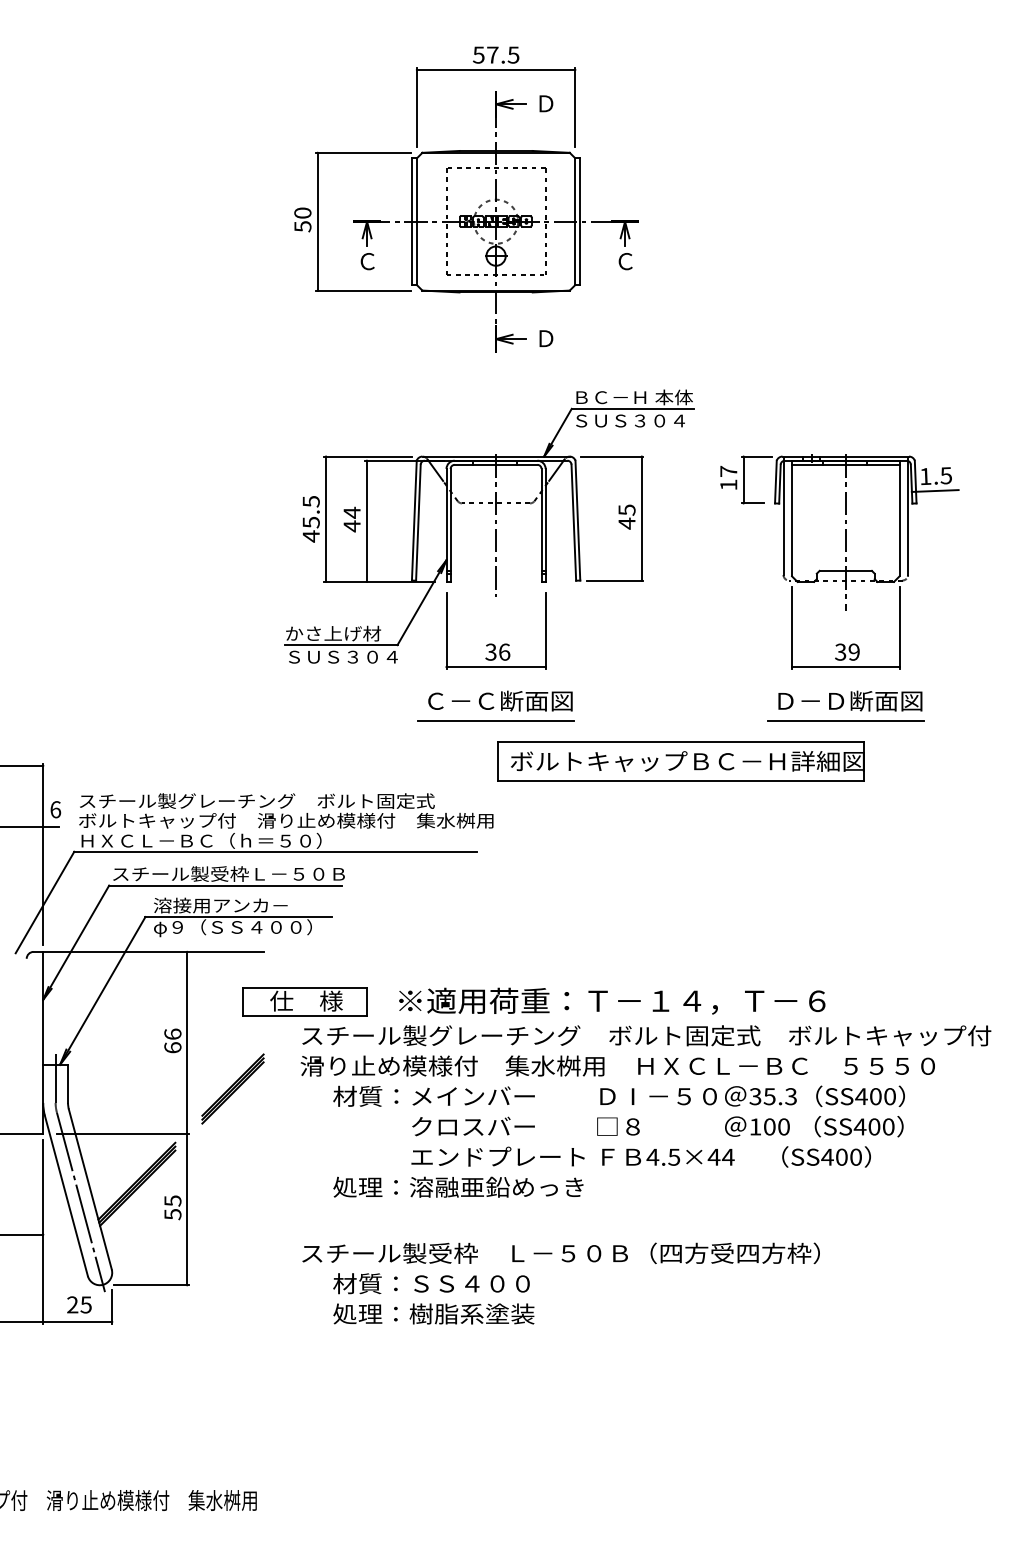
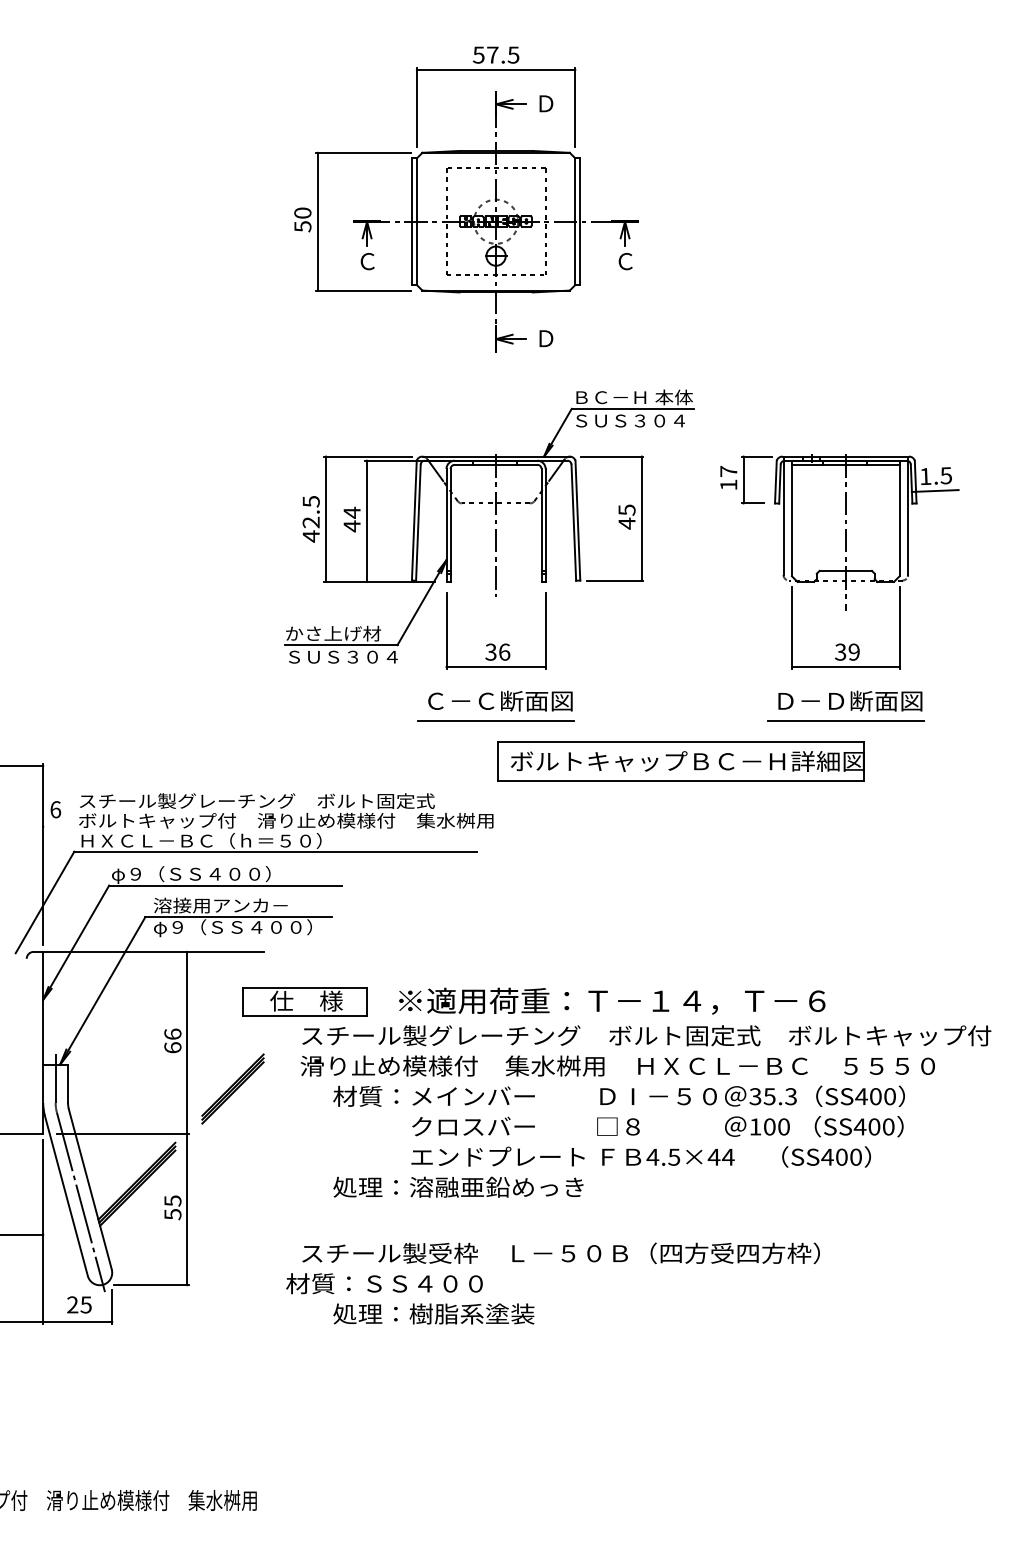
text at (310, 522): 45.5 -> 42.5
line at (30, 826): present -> none
text at (228, 874): スチール製受枠Ｌ－５０Ｂ -> φ９（ＳＳ４００）
text at (431, 1283) position: (431, 1283) -> (384, 1283)
